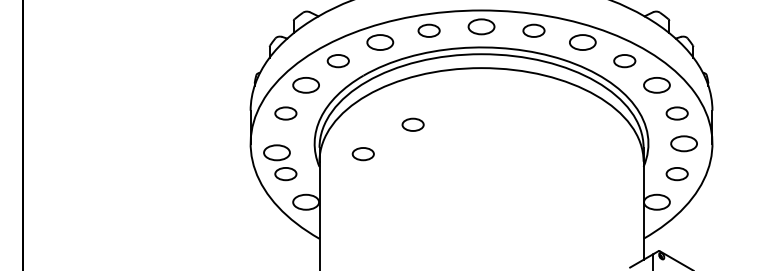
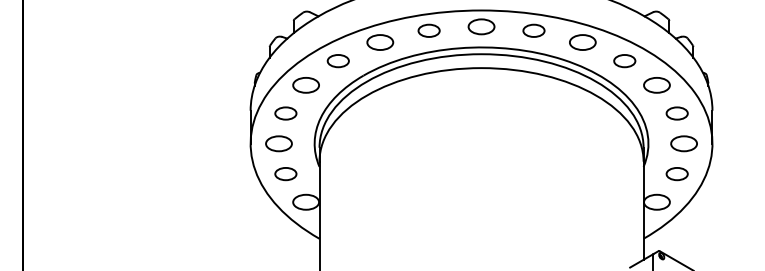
part at (412, 124): present -> none
part at (276, 152) position: (276, 152) -> (278, 143)
part at (362, 154): present -> none
